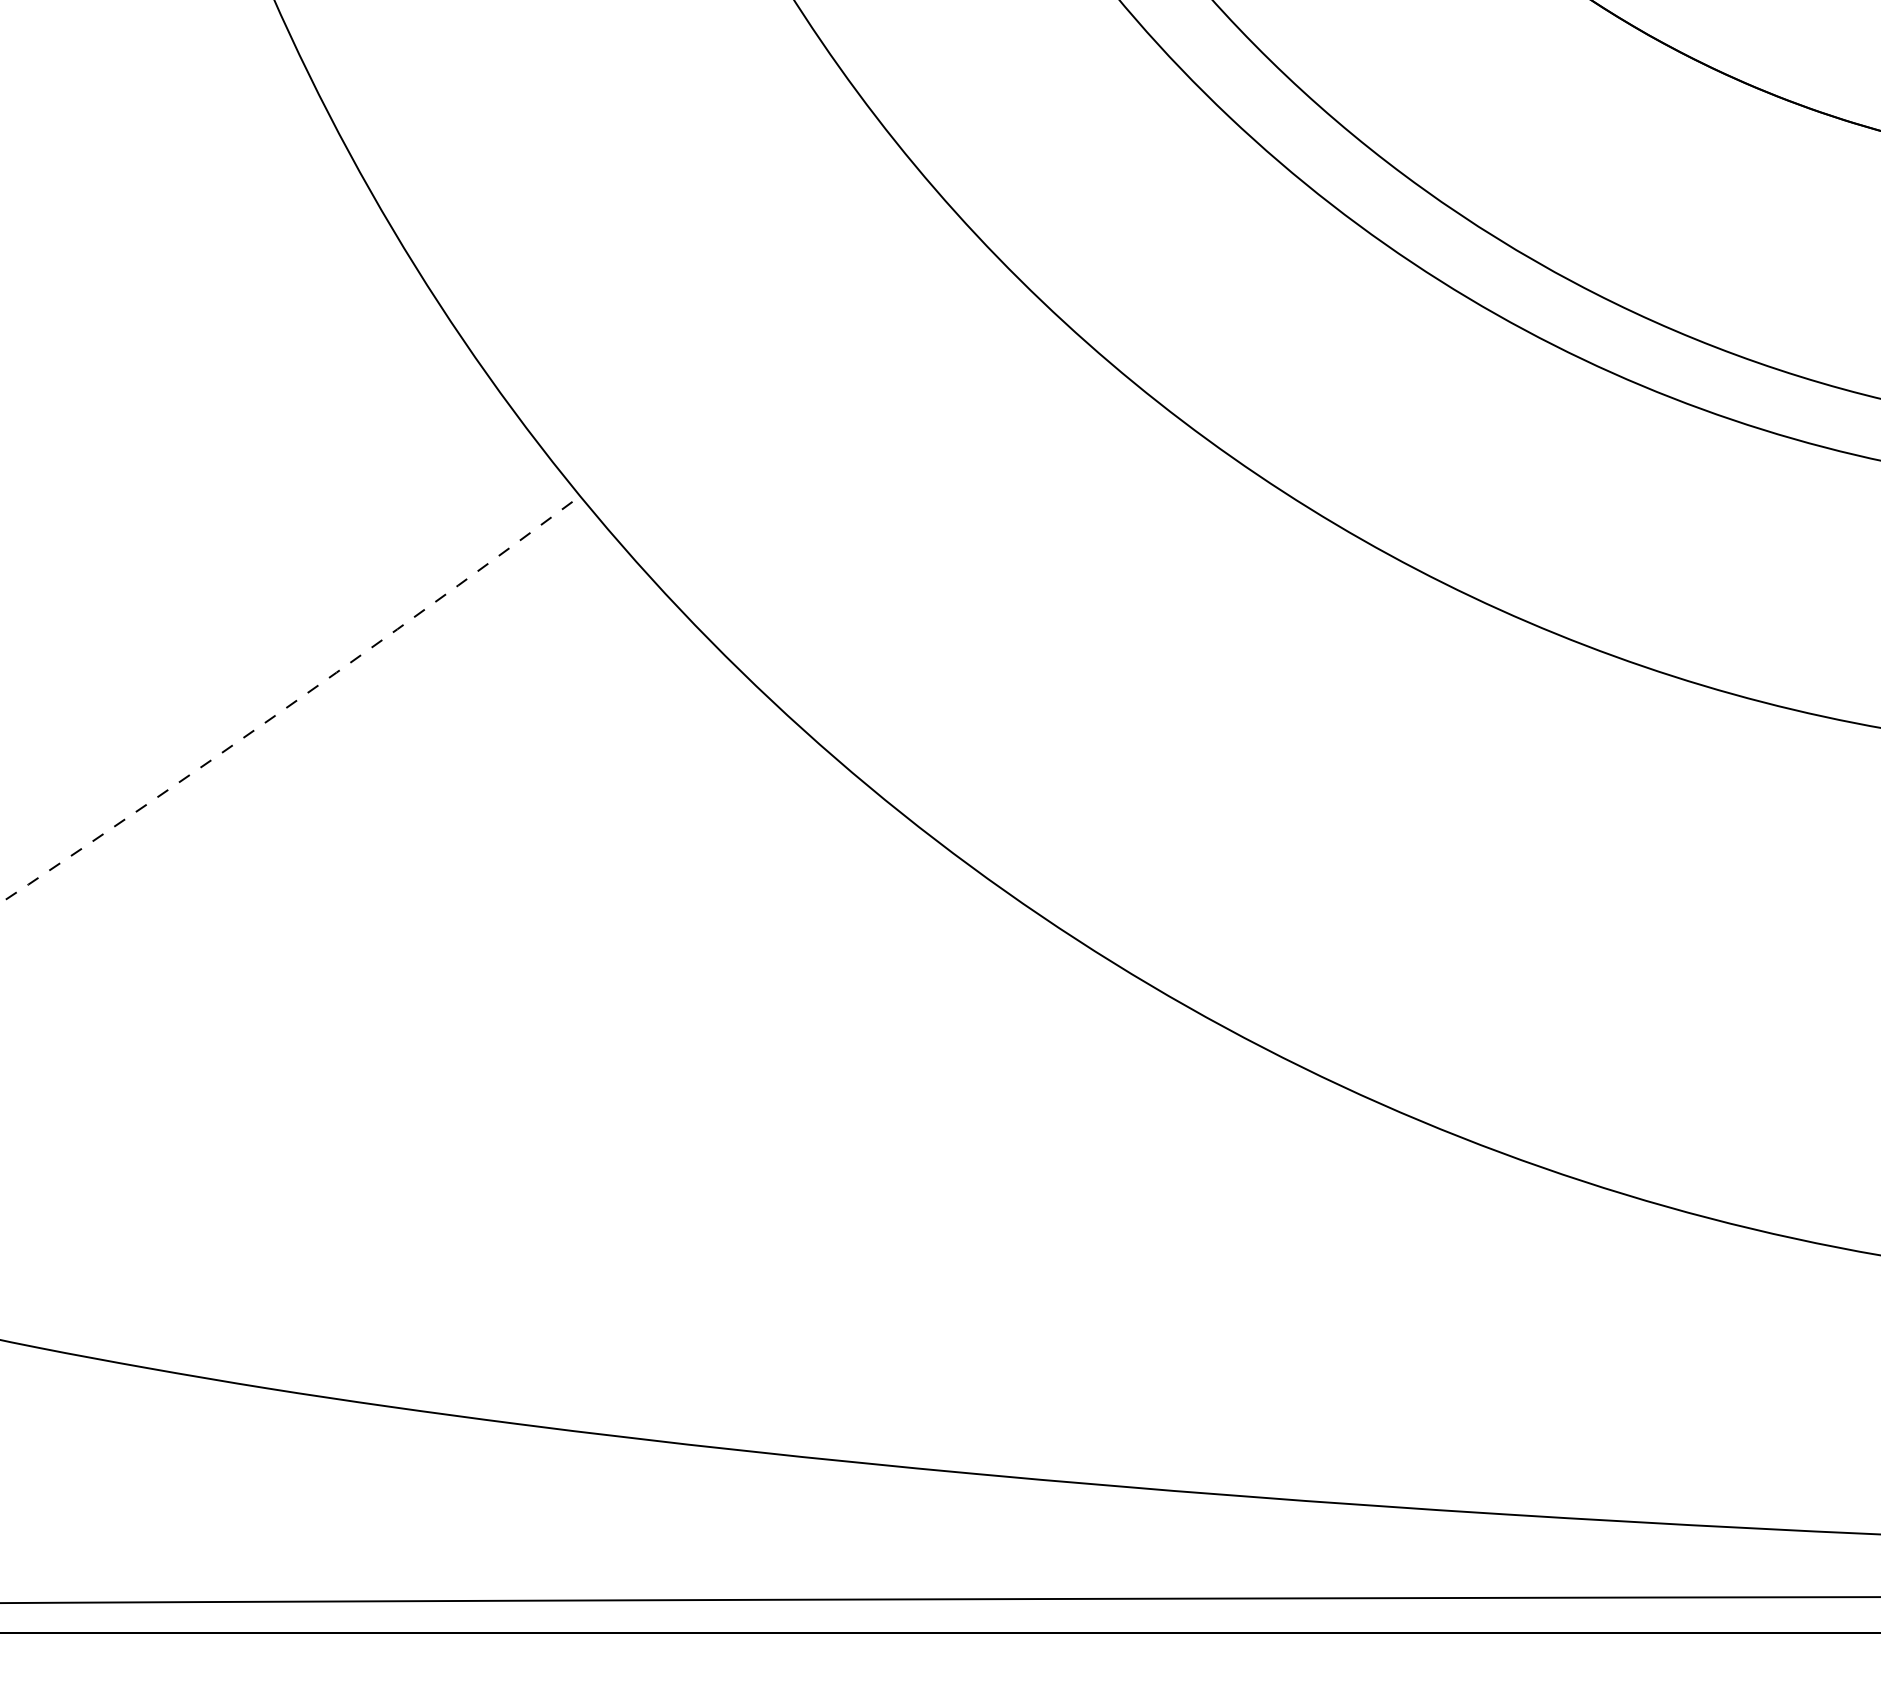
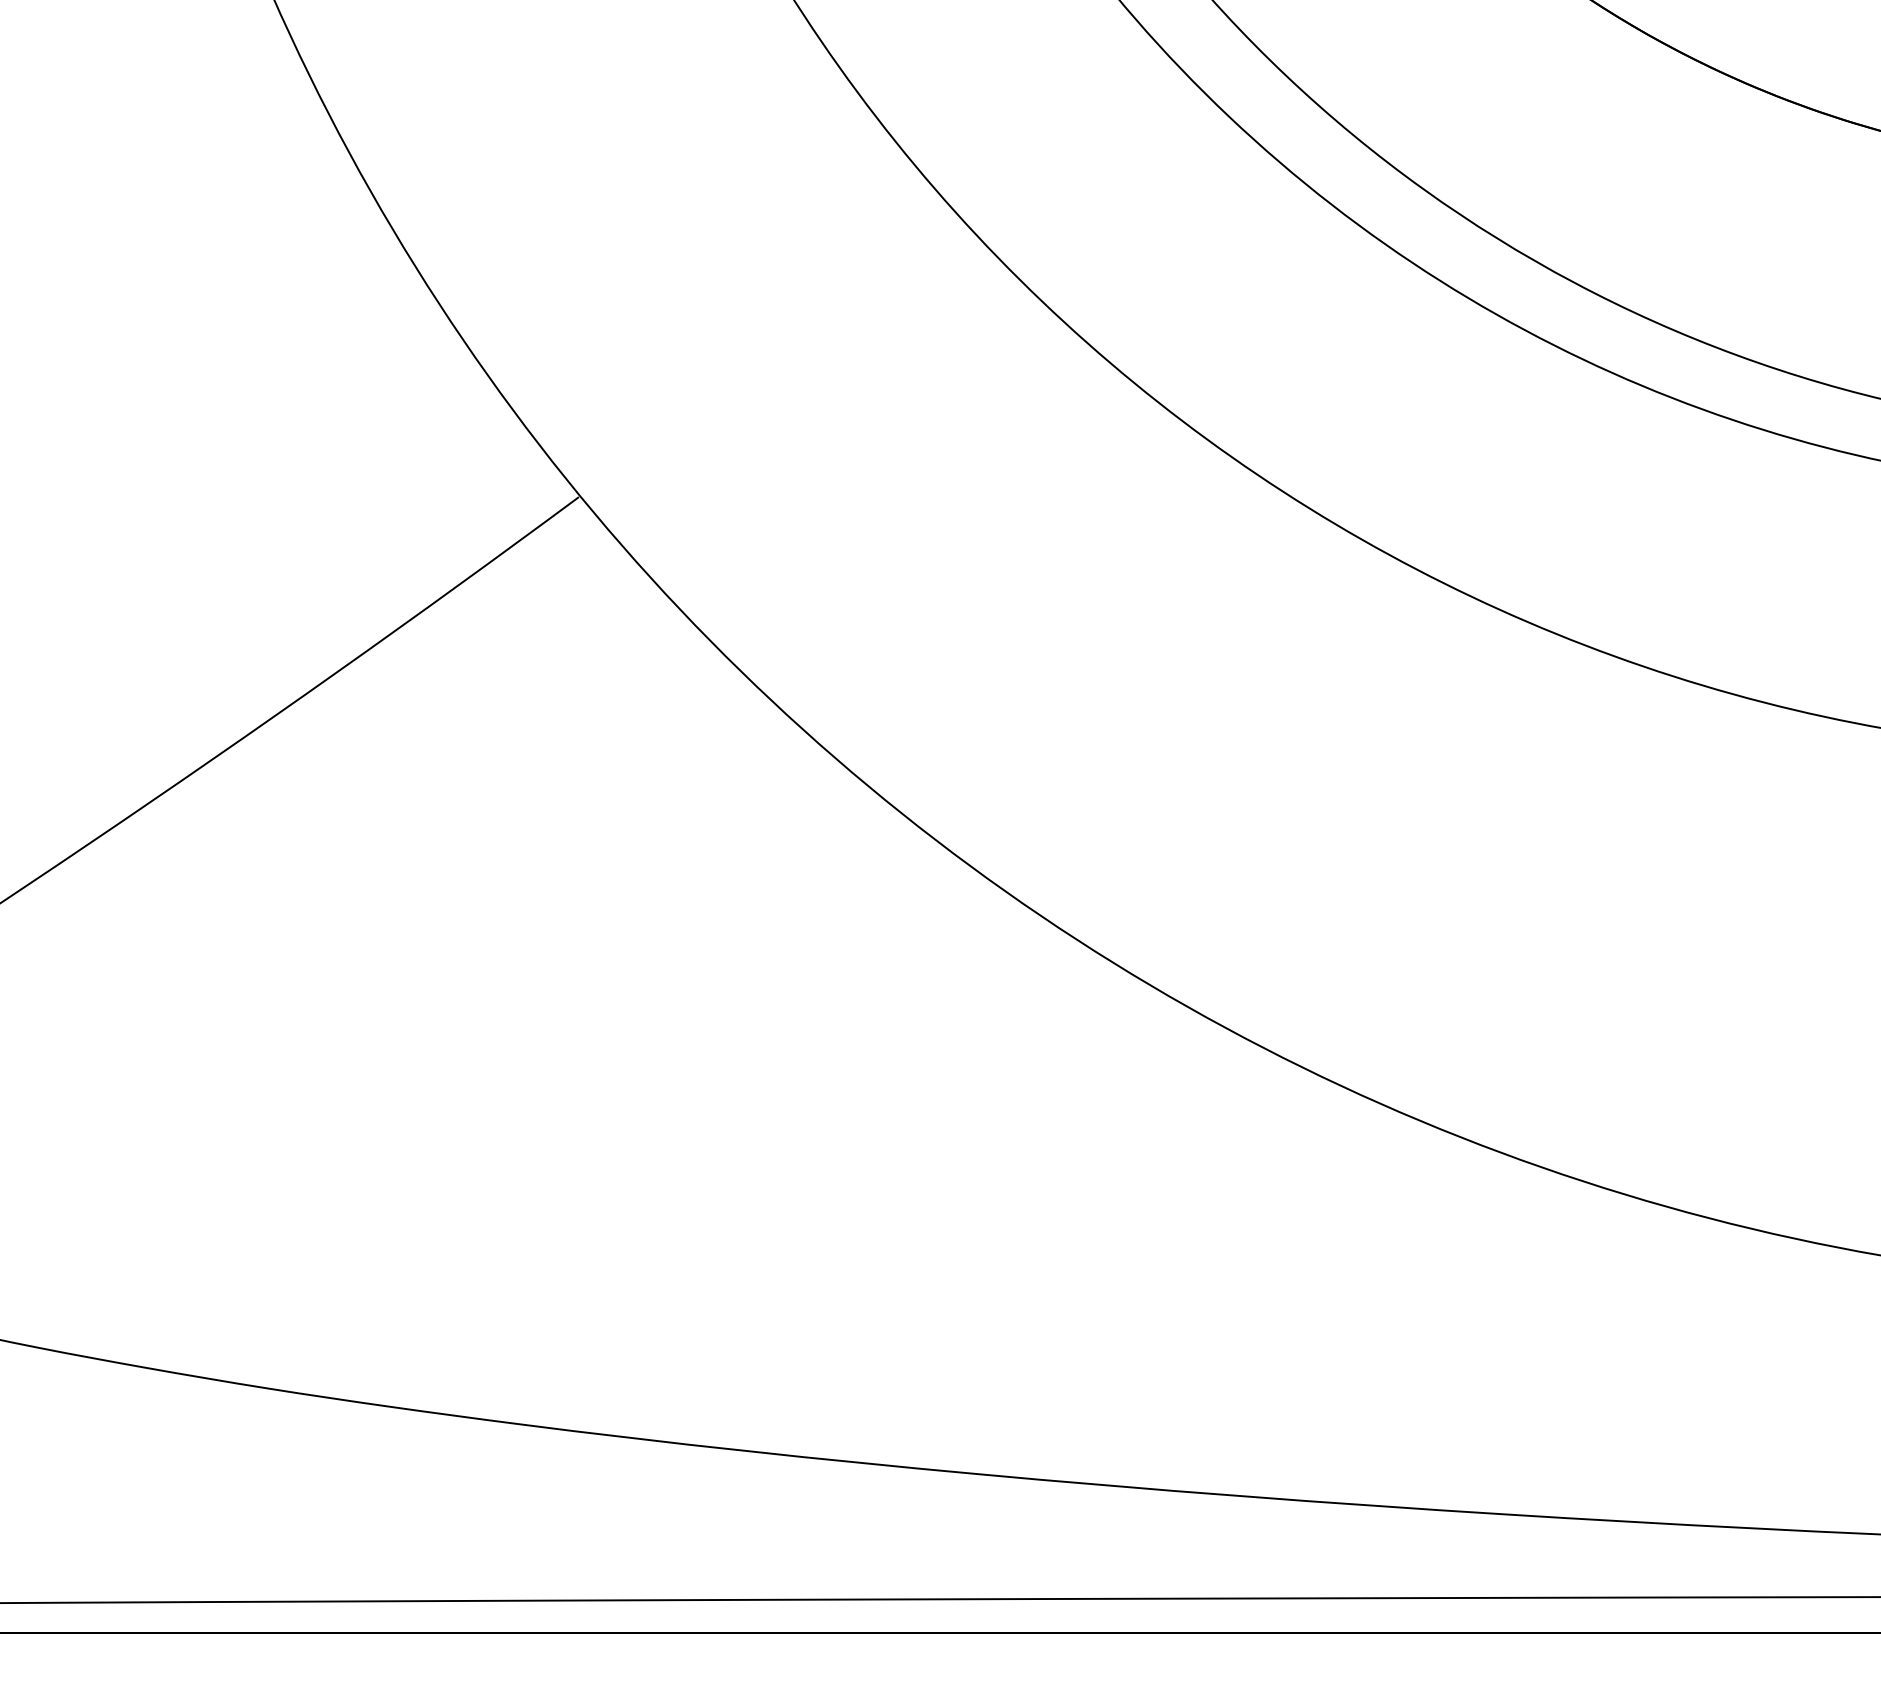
arc at (291, 704): dashed -> solid
